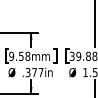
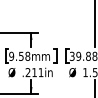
text at (34, 72): .377in -> .211in
